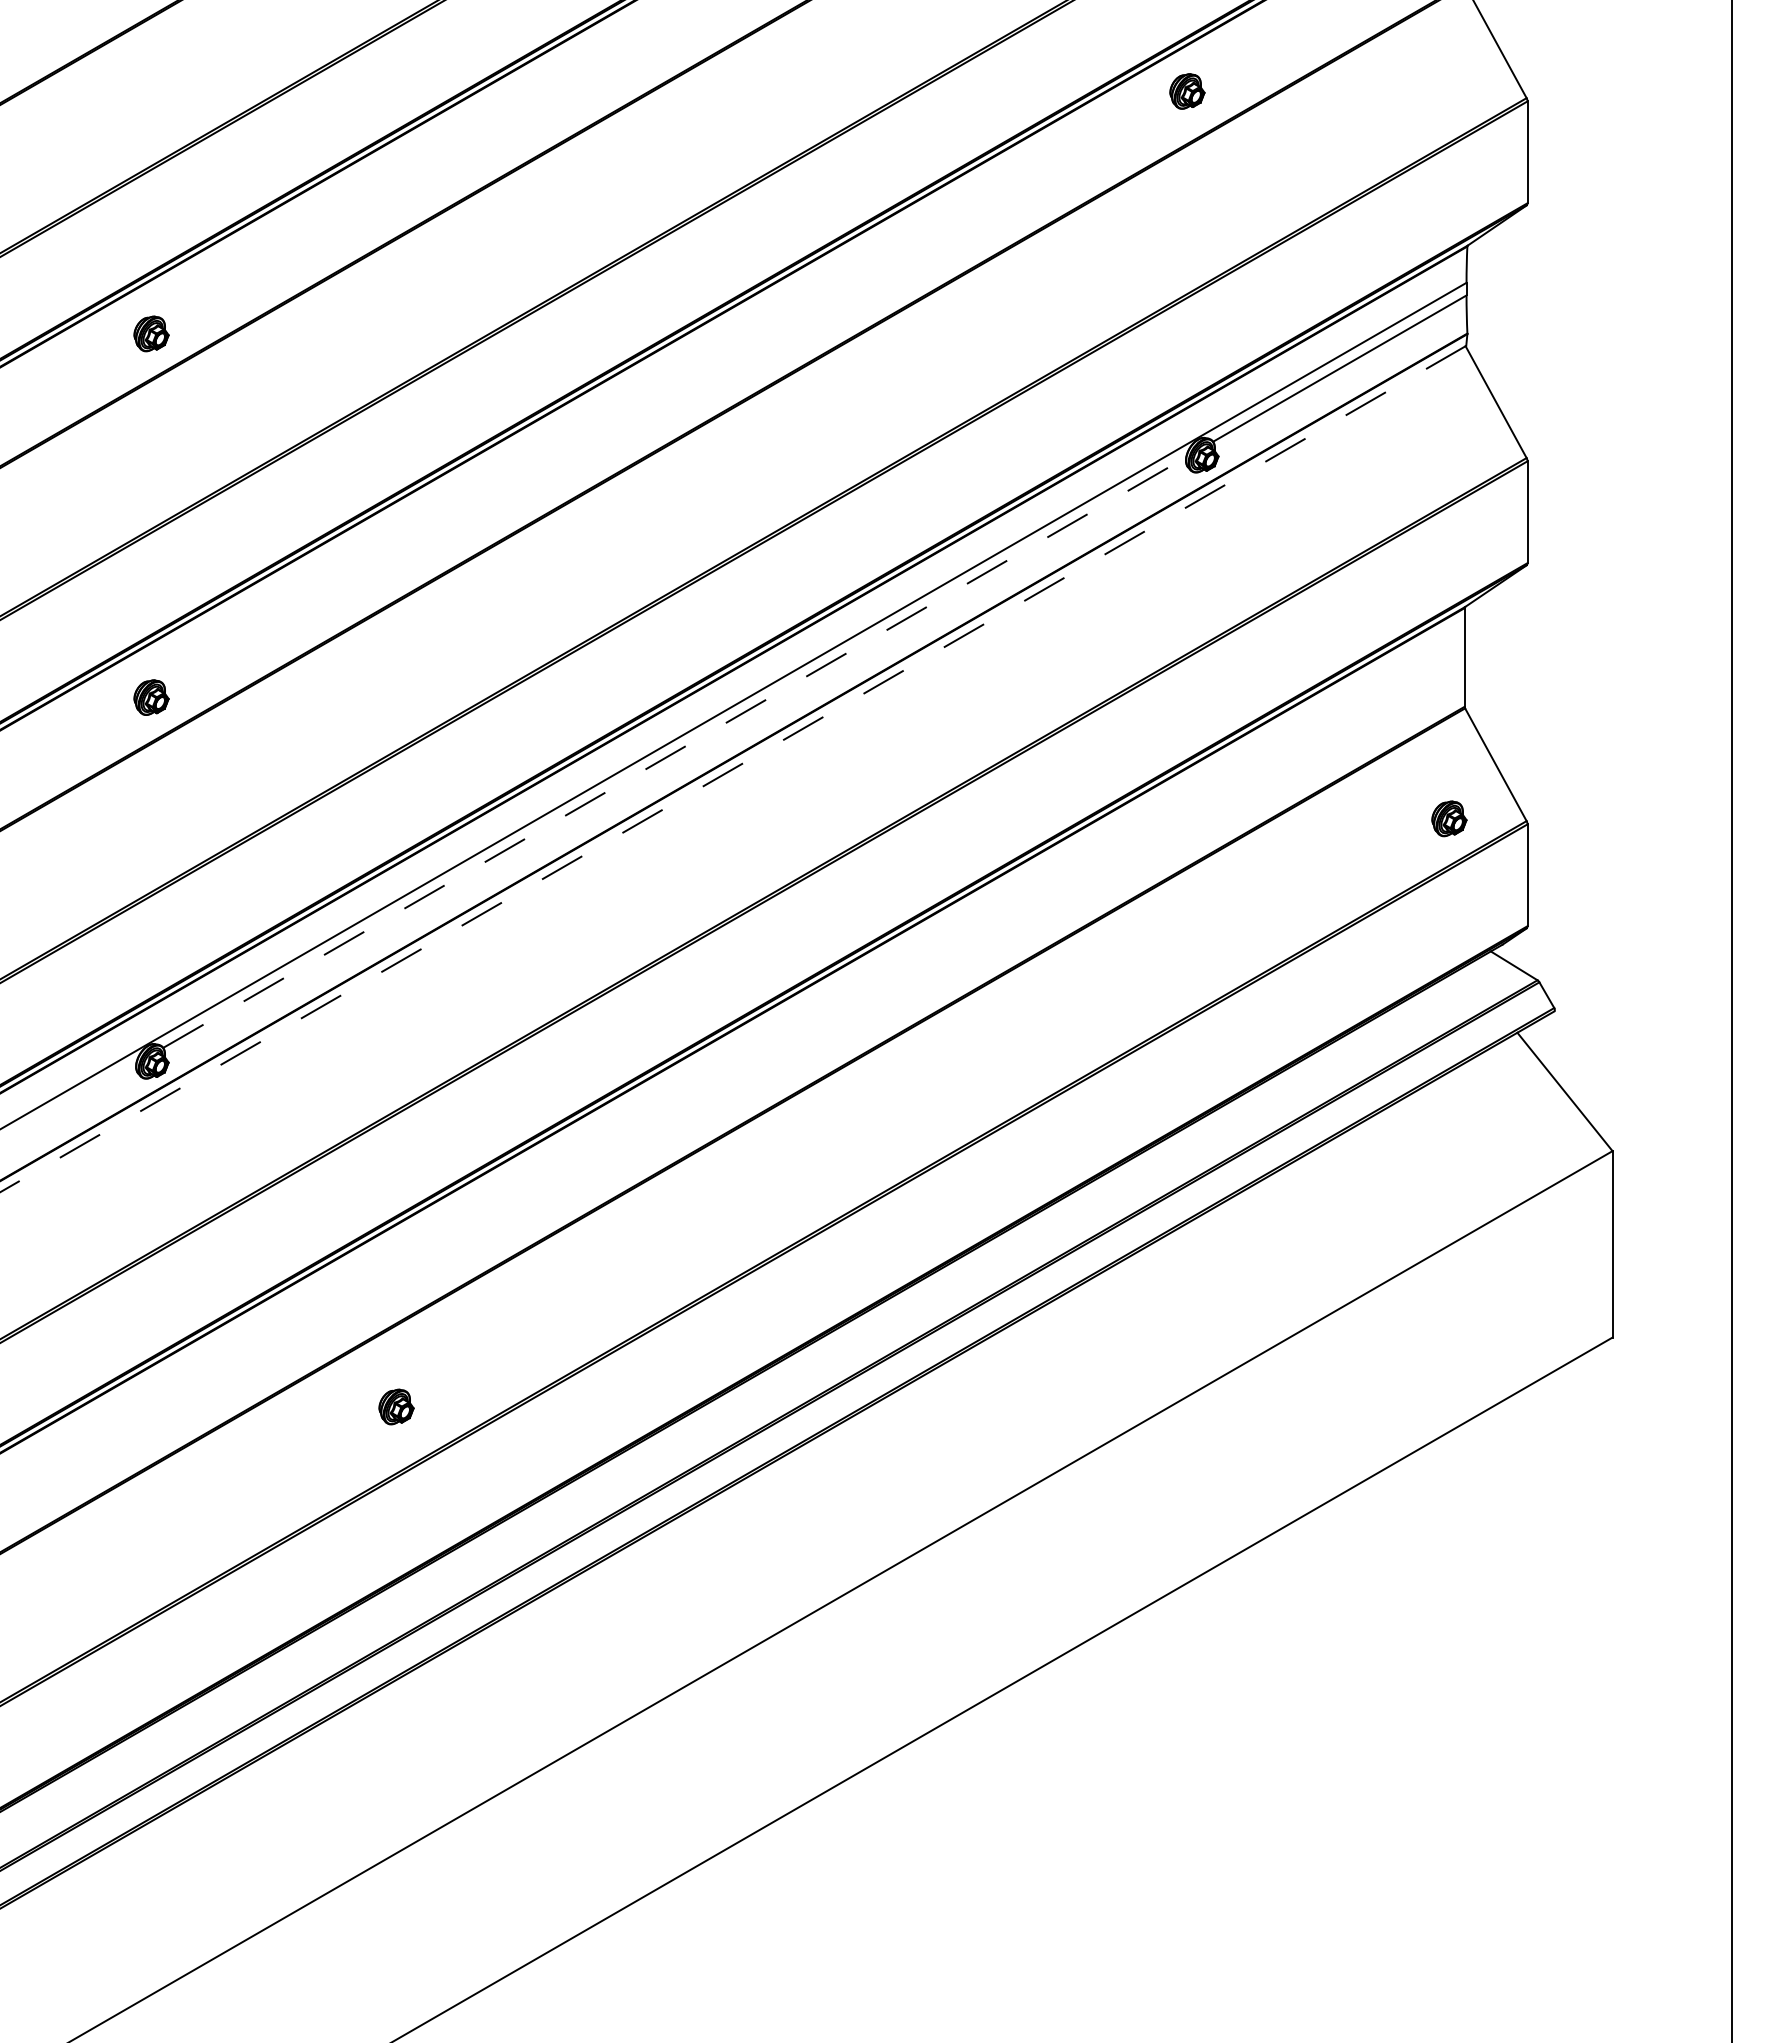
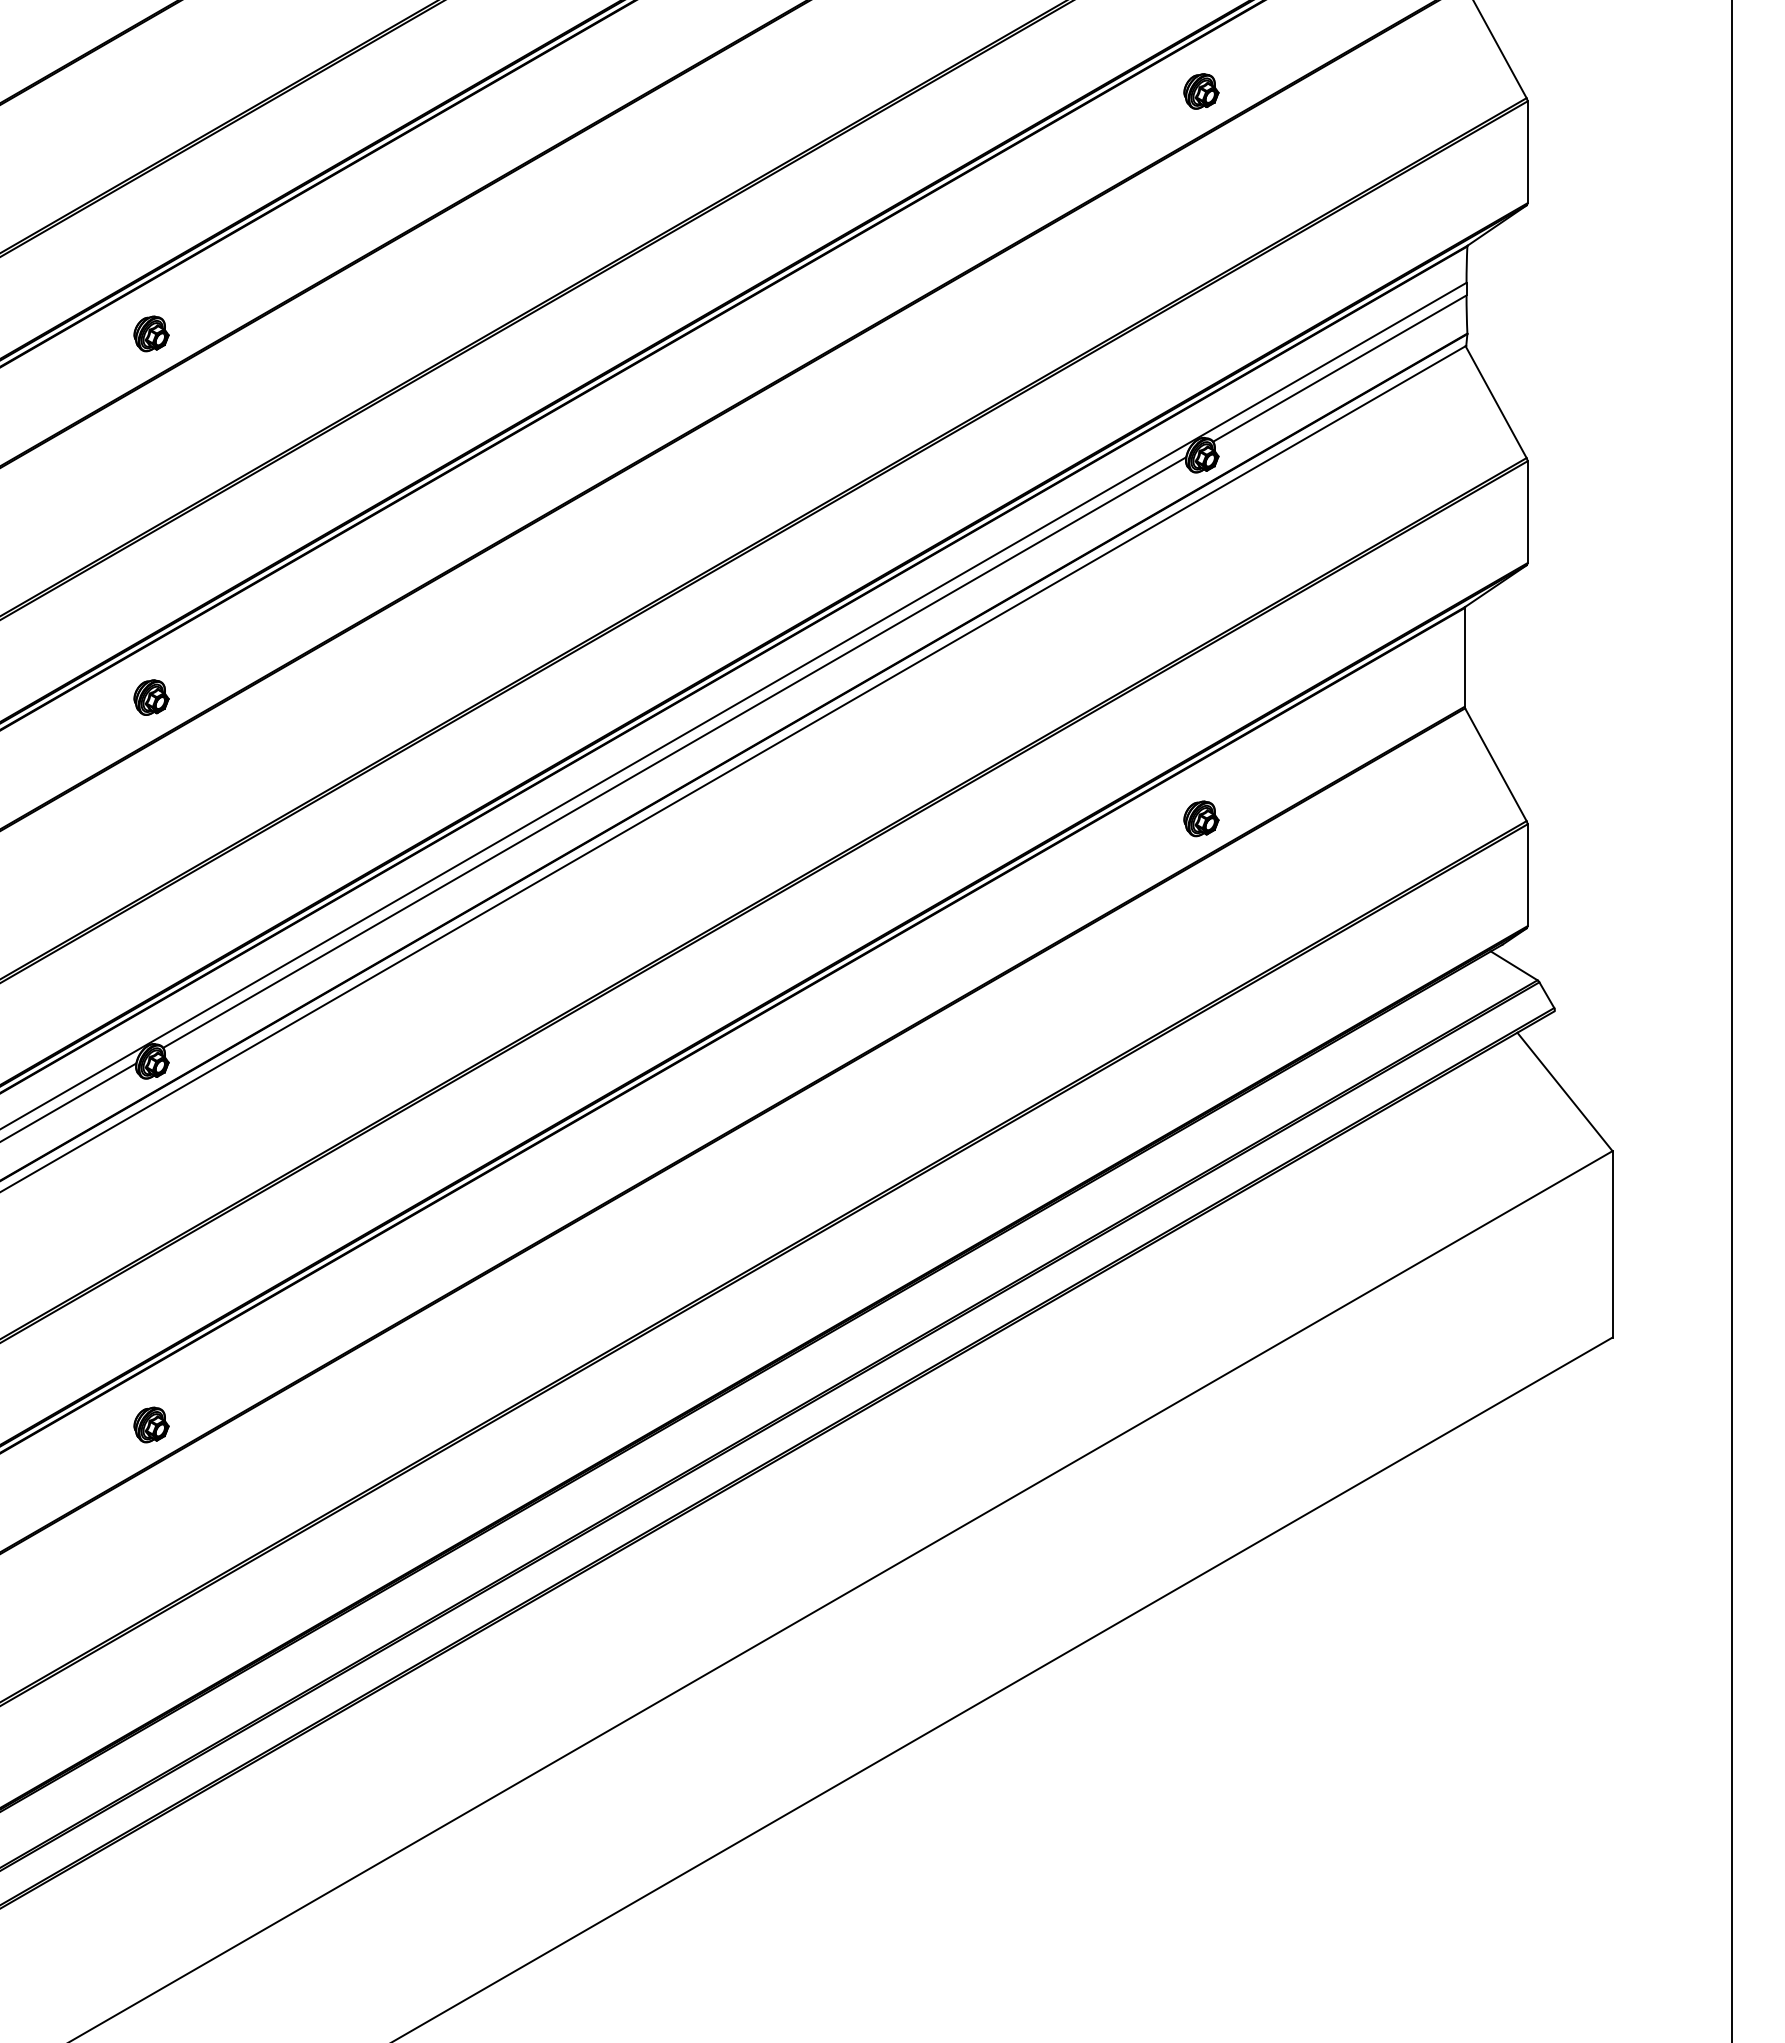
part at (1187, 91) position: (1187, 91) -> (1201, 91)
line at (674, 752): dashed -> solid
line at (732, 769): dashed -> solid
part at (1449, 818) position: (1449, 818) -> (1201, 818)
line at (68, 1101): none -> present
part at (396, 1406) position: (396, 1406) -> (151, 1424)
